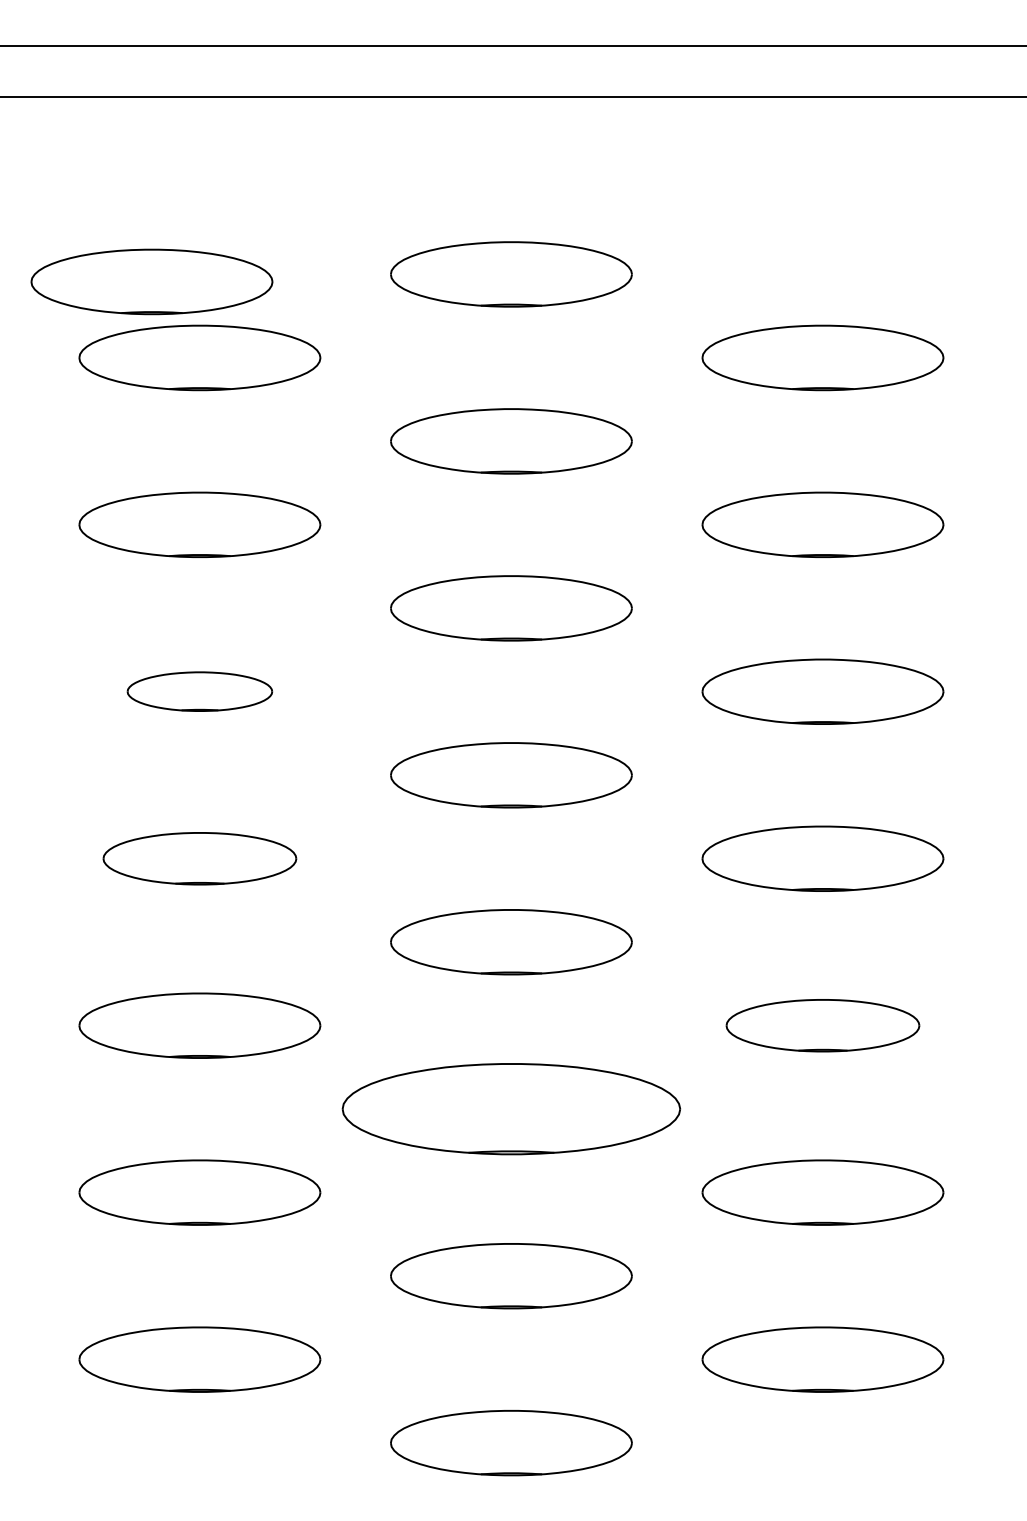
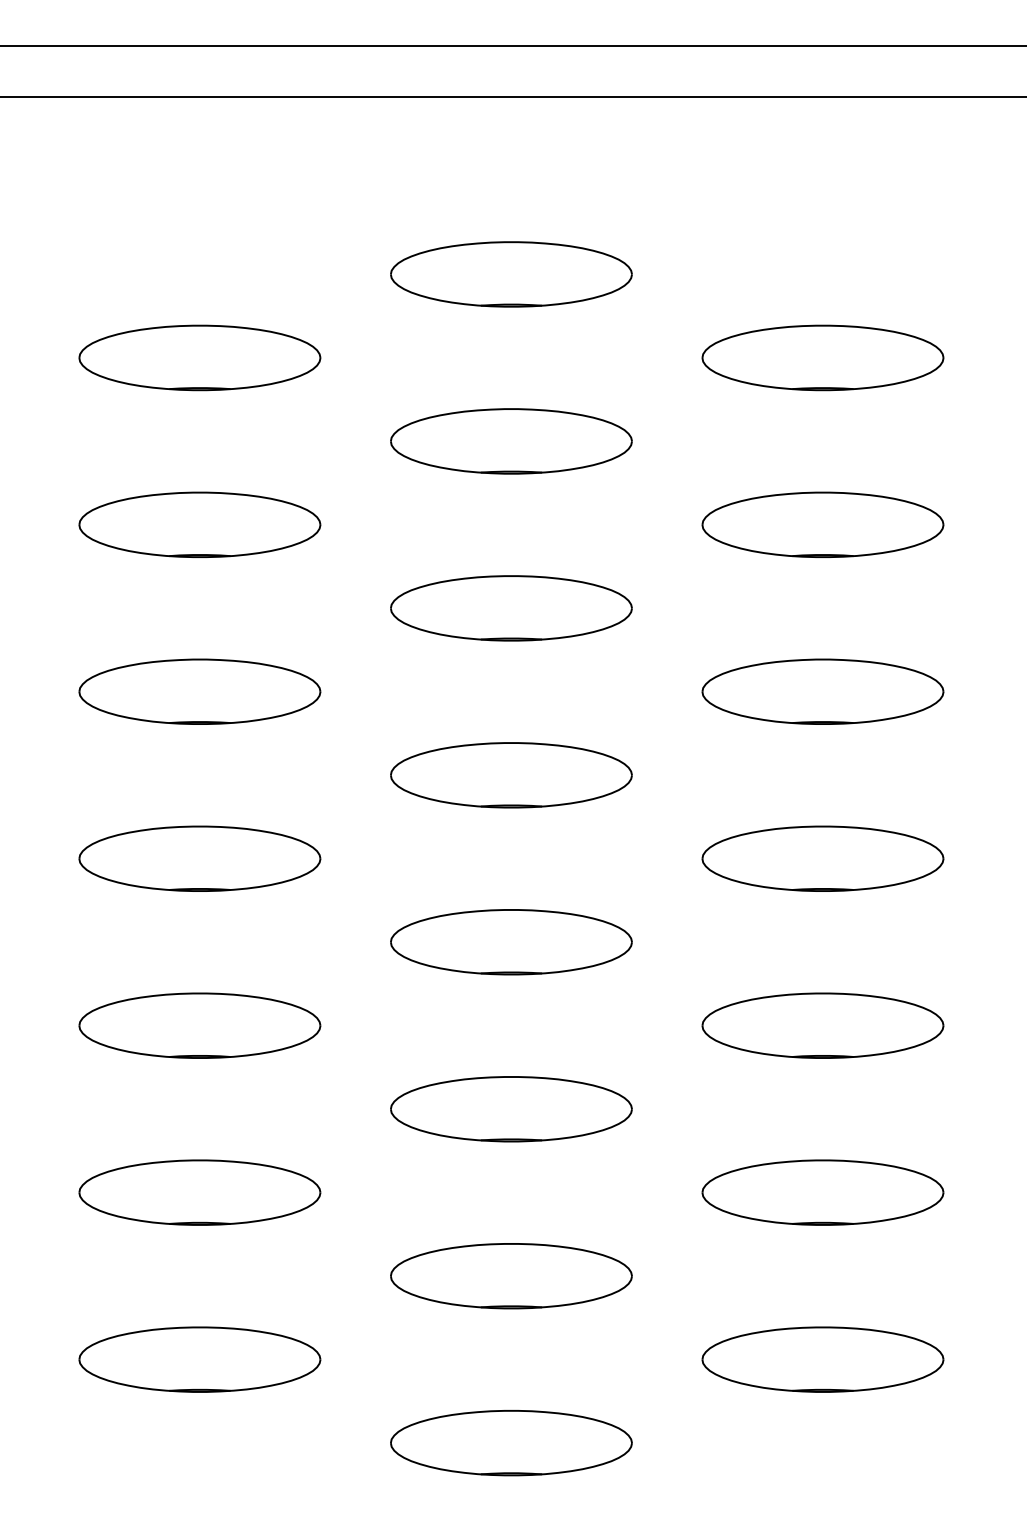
part at (151, 281): present -> none
part at (199, 691) size: 148x41 px -> 244x67 px
part at (199, 858) size: 196x54 px -> 244x67 px
part at (822, 1025) size: 196x54 px -> 244x67 px
part at (511, 1109) size: 341x93 px -> 243x67 px
